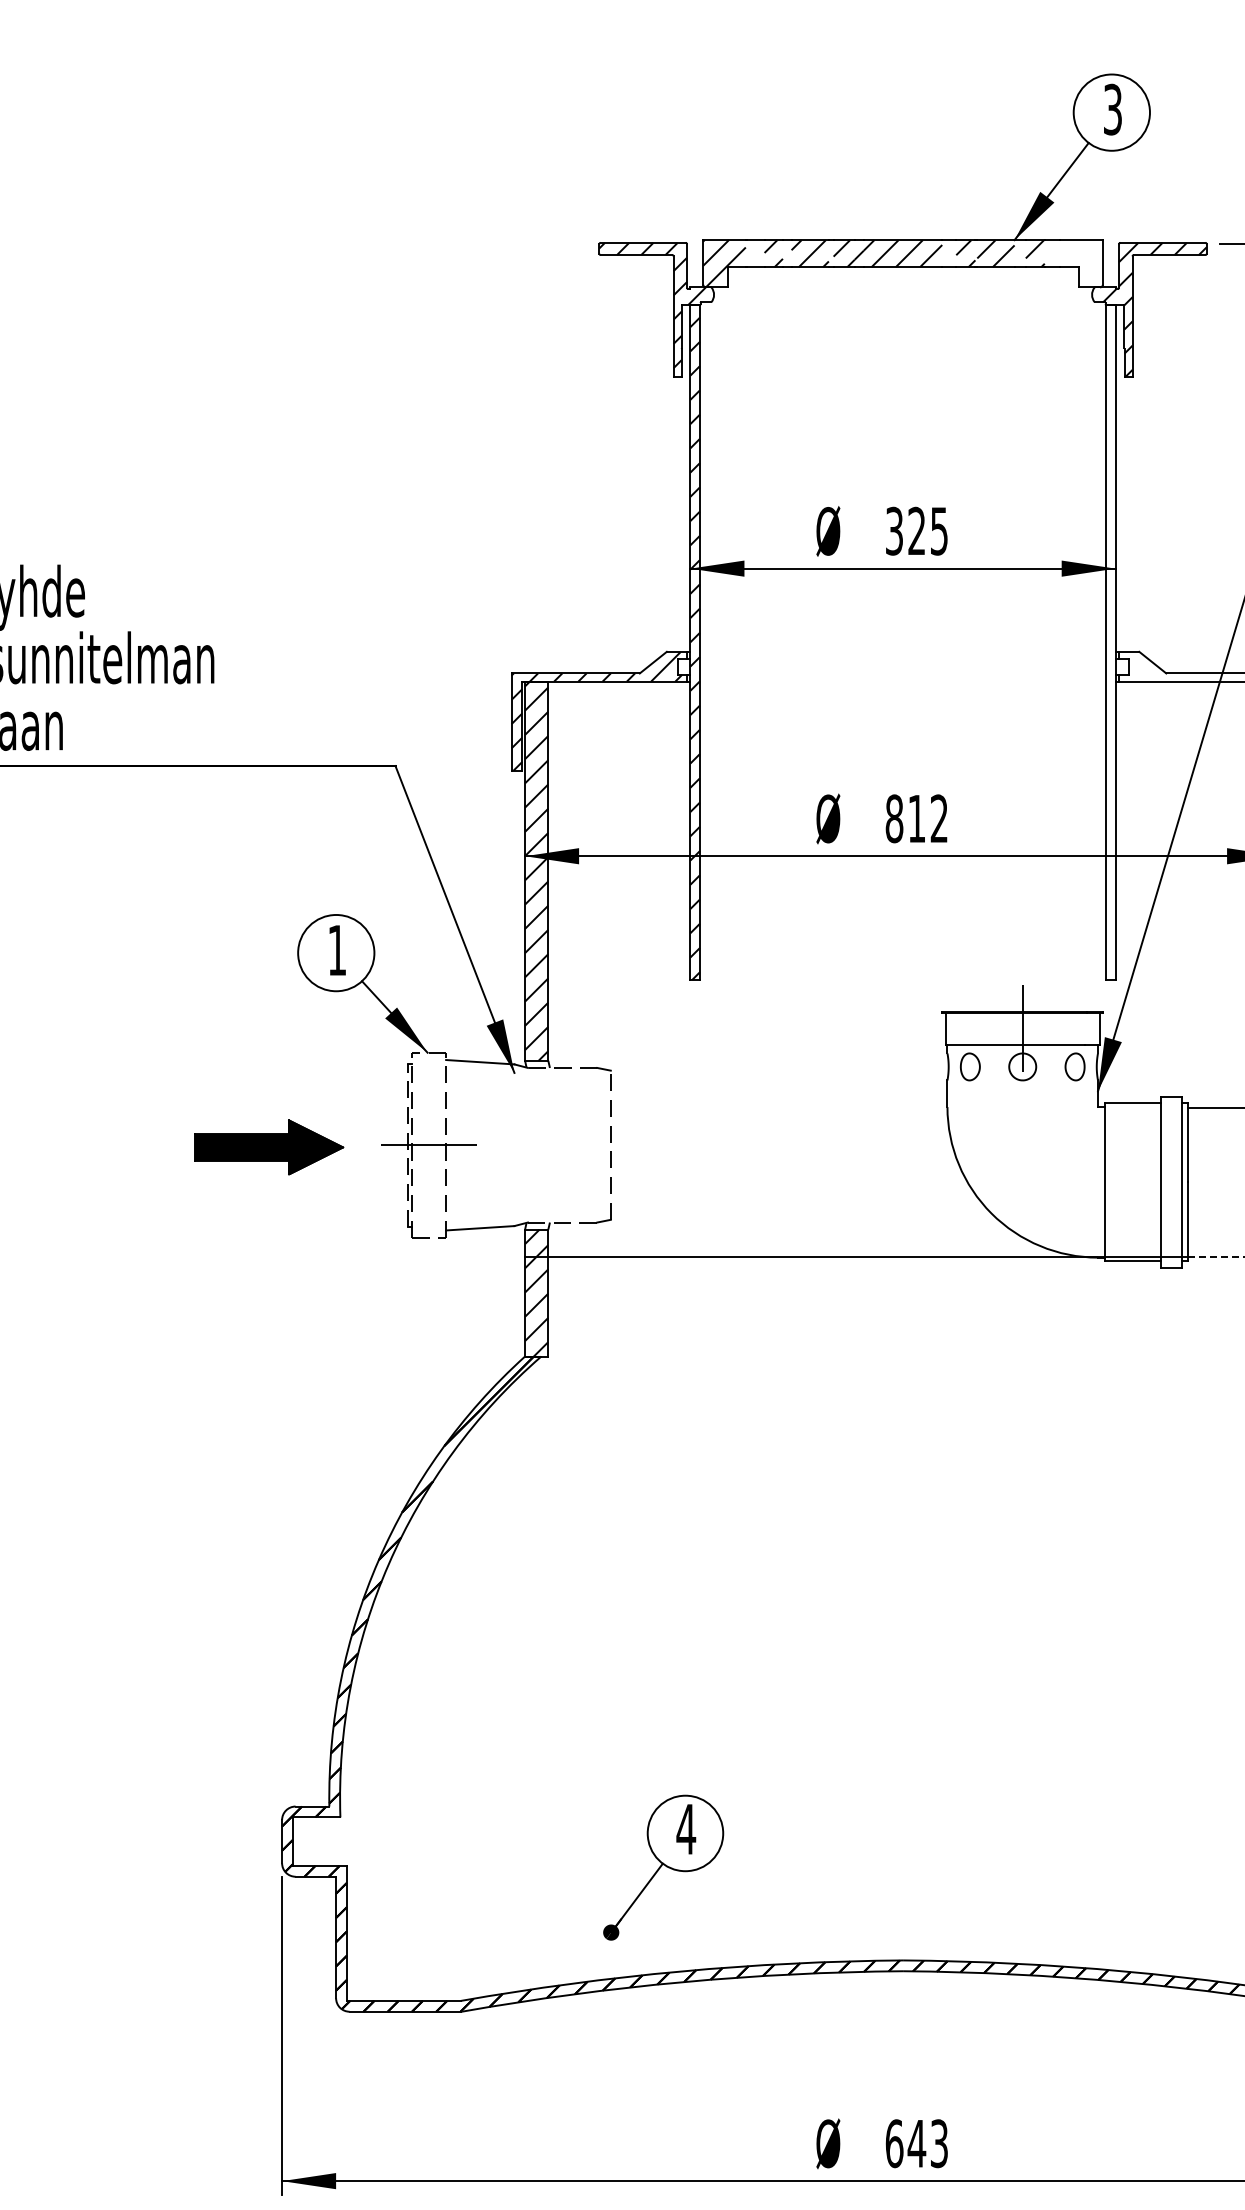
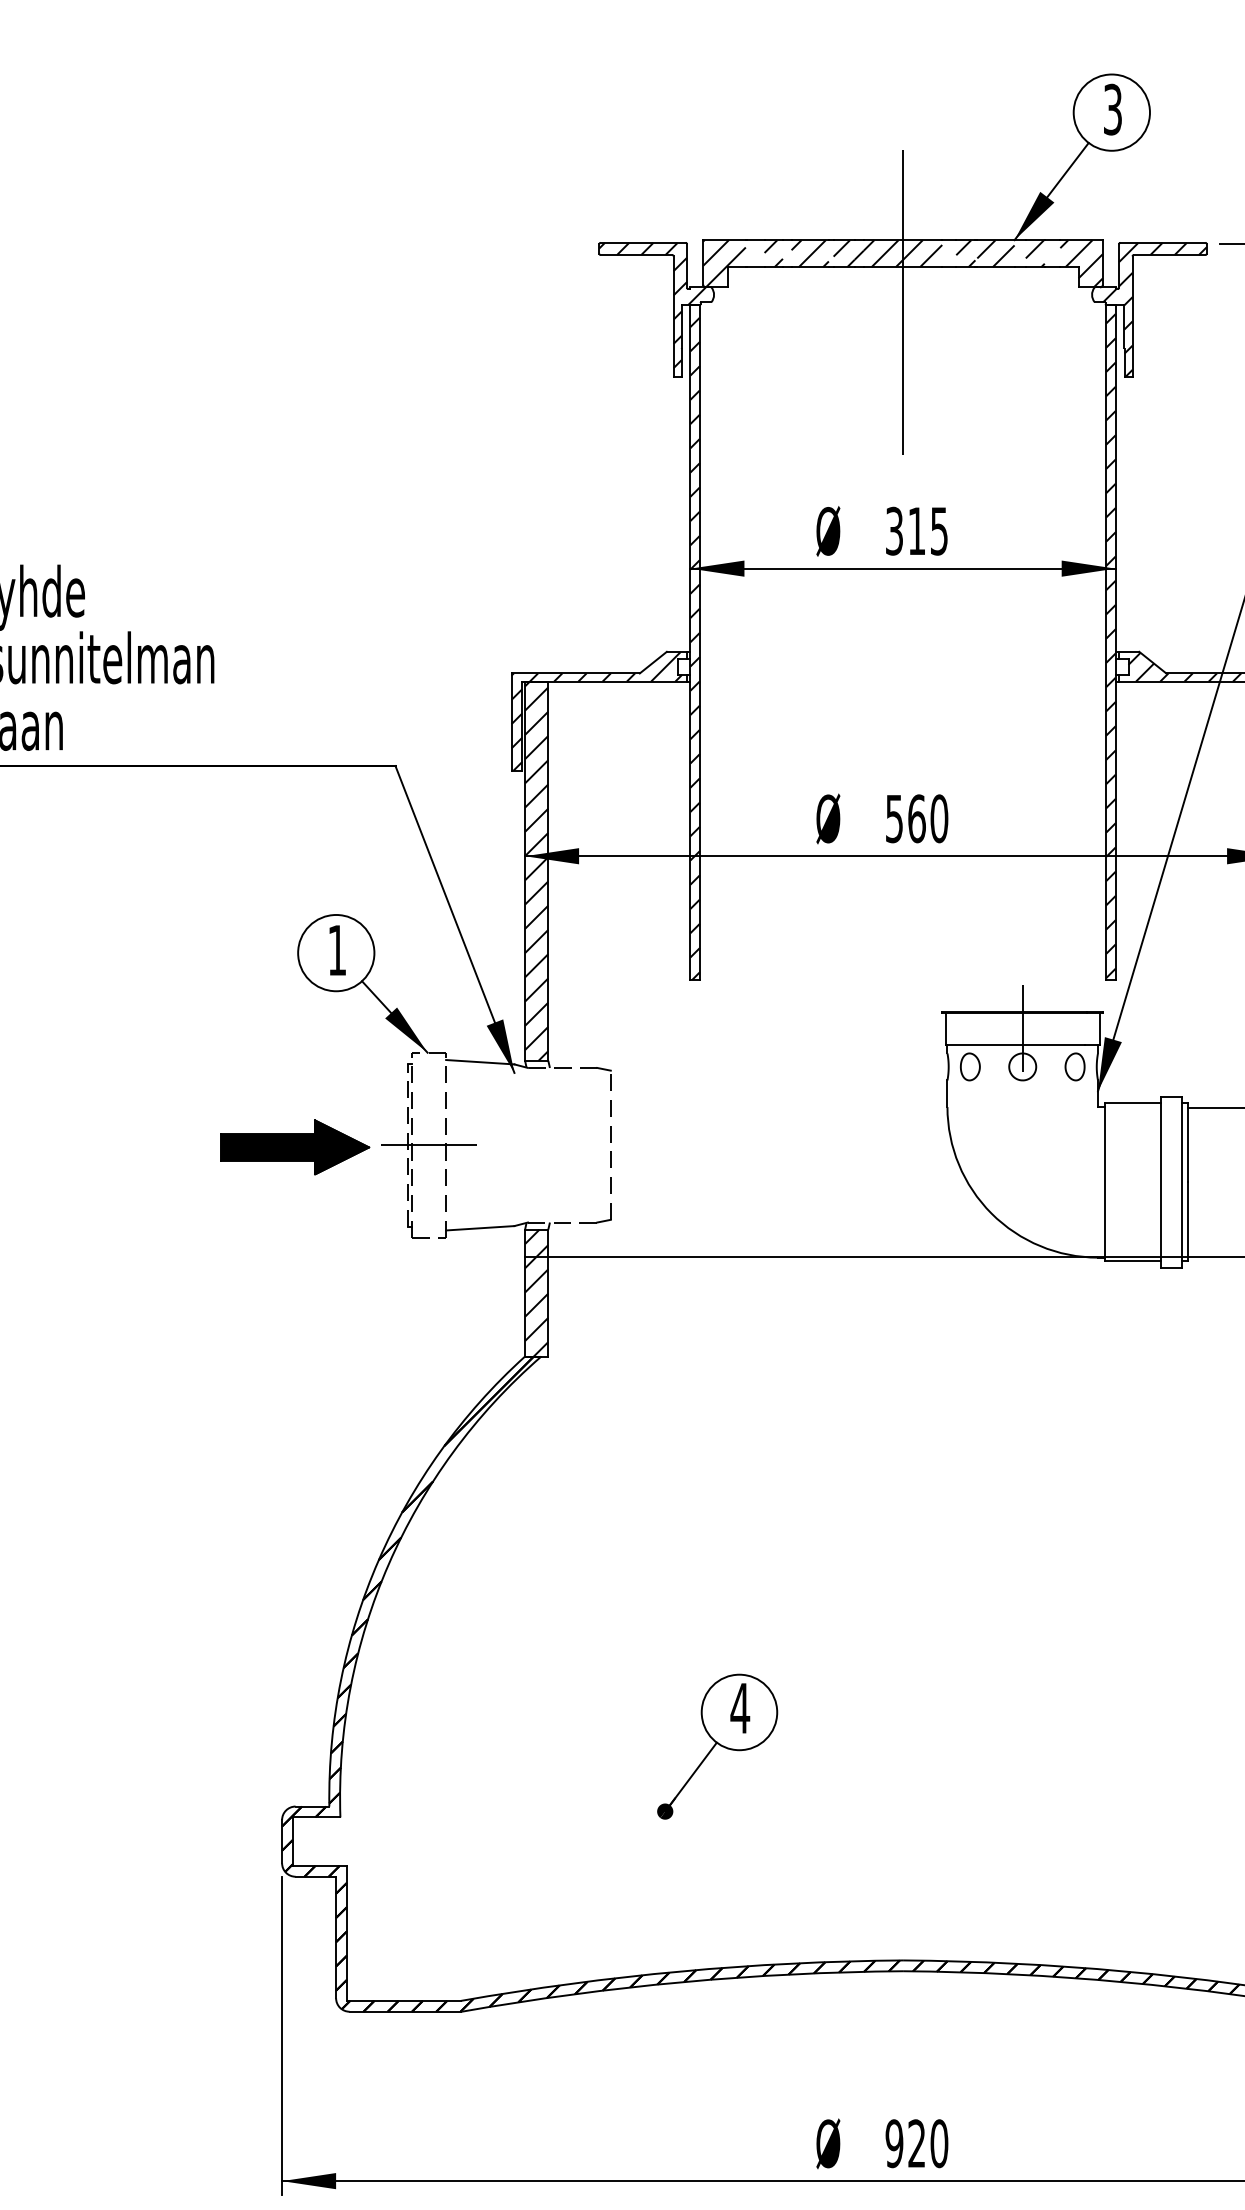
hatch at (1081, 263): none -> present
line at (903, 302): none -> present
text at (916, 530): 325 -> 315
hatch at (1110, 646): none -> present
hatch at (1184, 666): none -> present
text at (916, 818): 812 -> 560
part at (269, 1147) position: (269, 1147) -> (295, 1147)
line at (1216, 1256): dashed -> solid
part at (663, 1867) position: (663, 1867) -> (717, 1746)
text at (916, 2143): 643 -> 920
